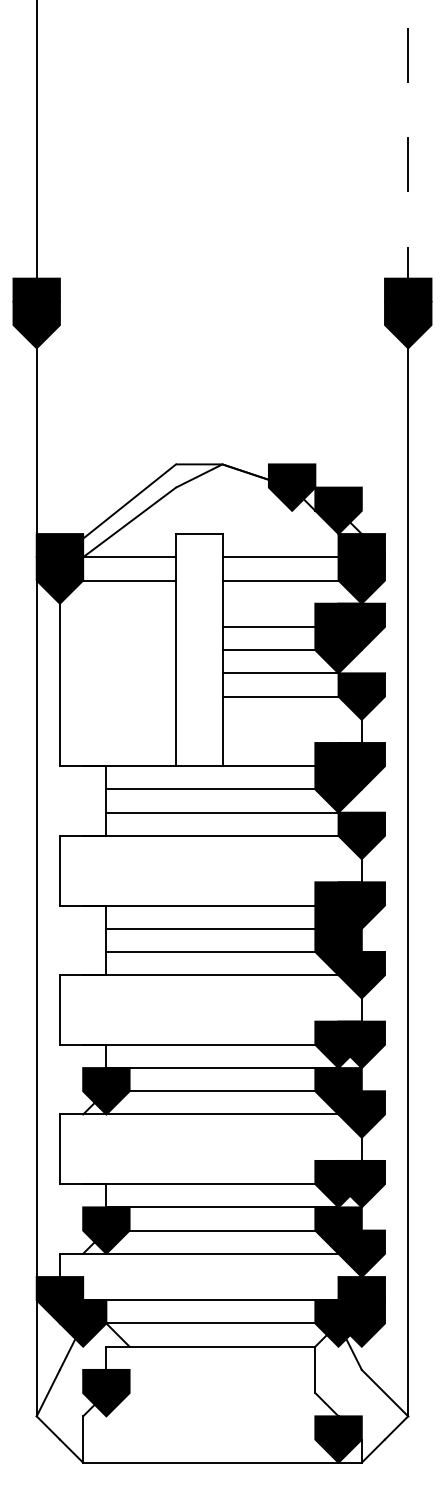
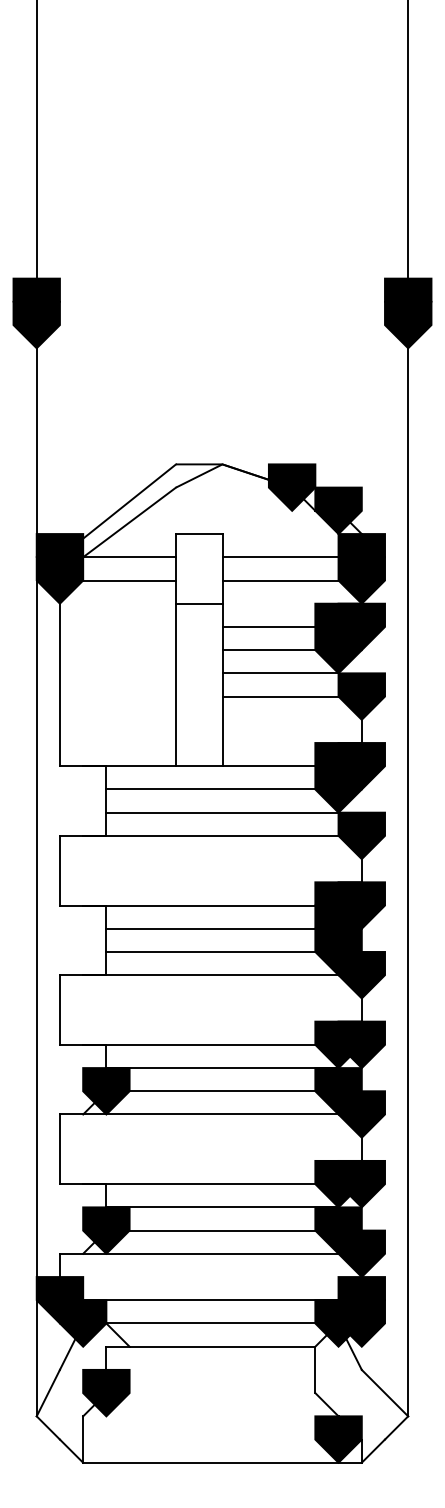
line at (408, 151): dashed -> solid
line at (199, 603): none -> present
